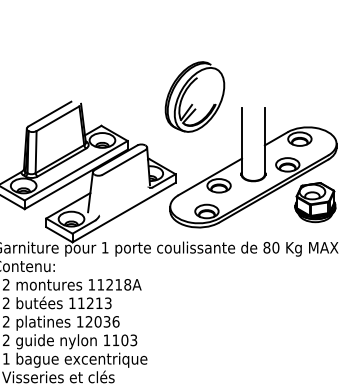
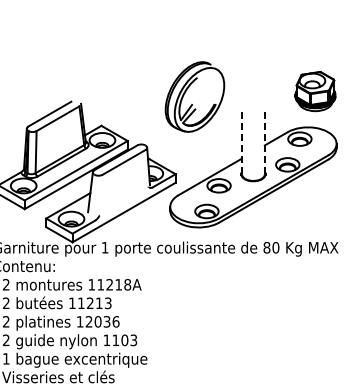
line at (242, 140): solid -> dashed
line at (264, 140): solid -> dashed
part at (315, 202) position: (315, 202) -> (315, 91)
